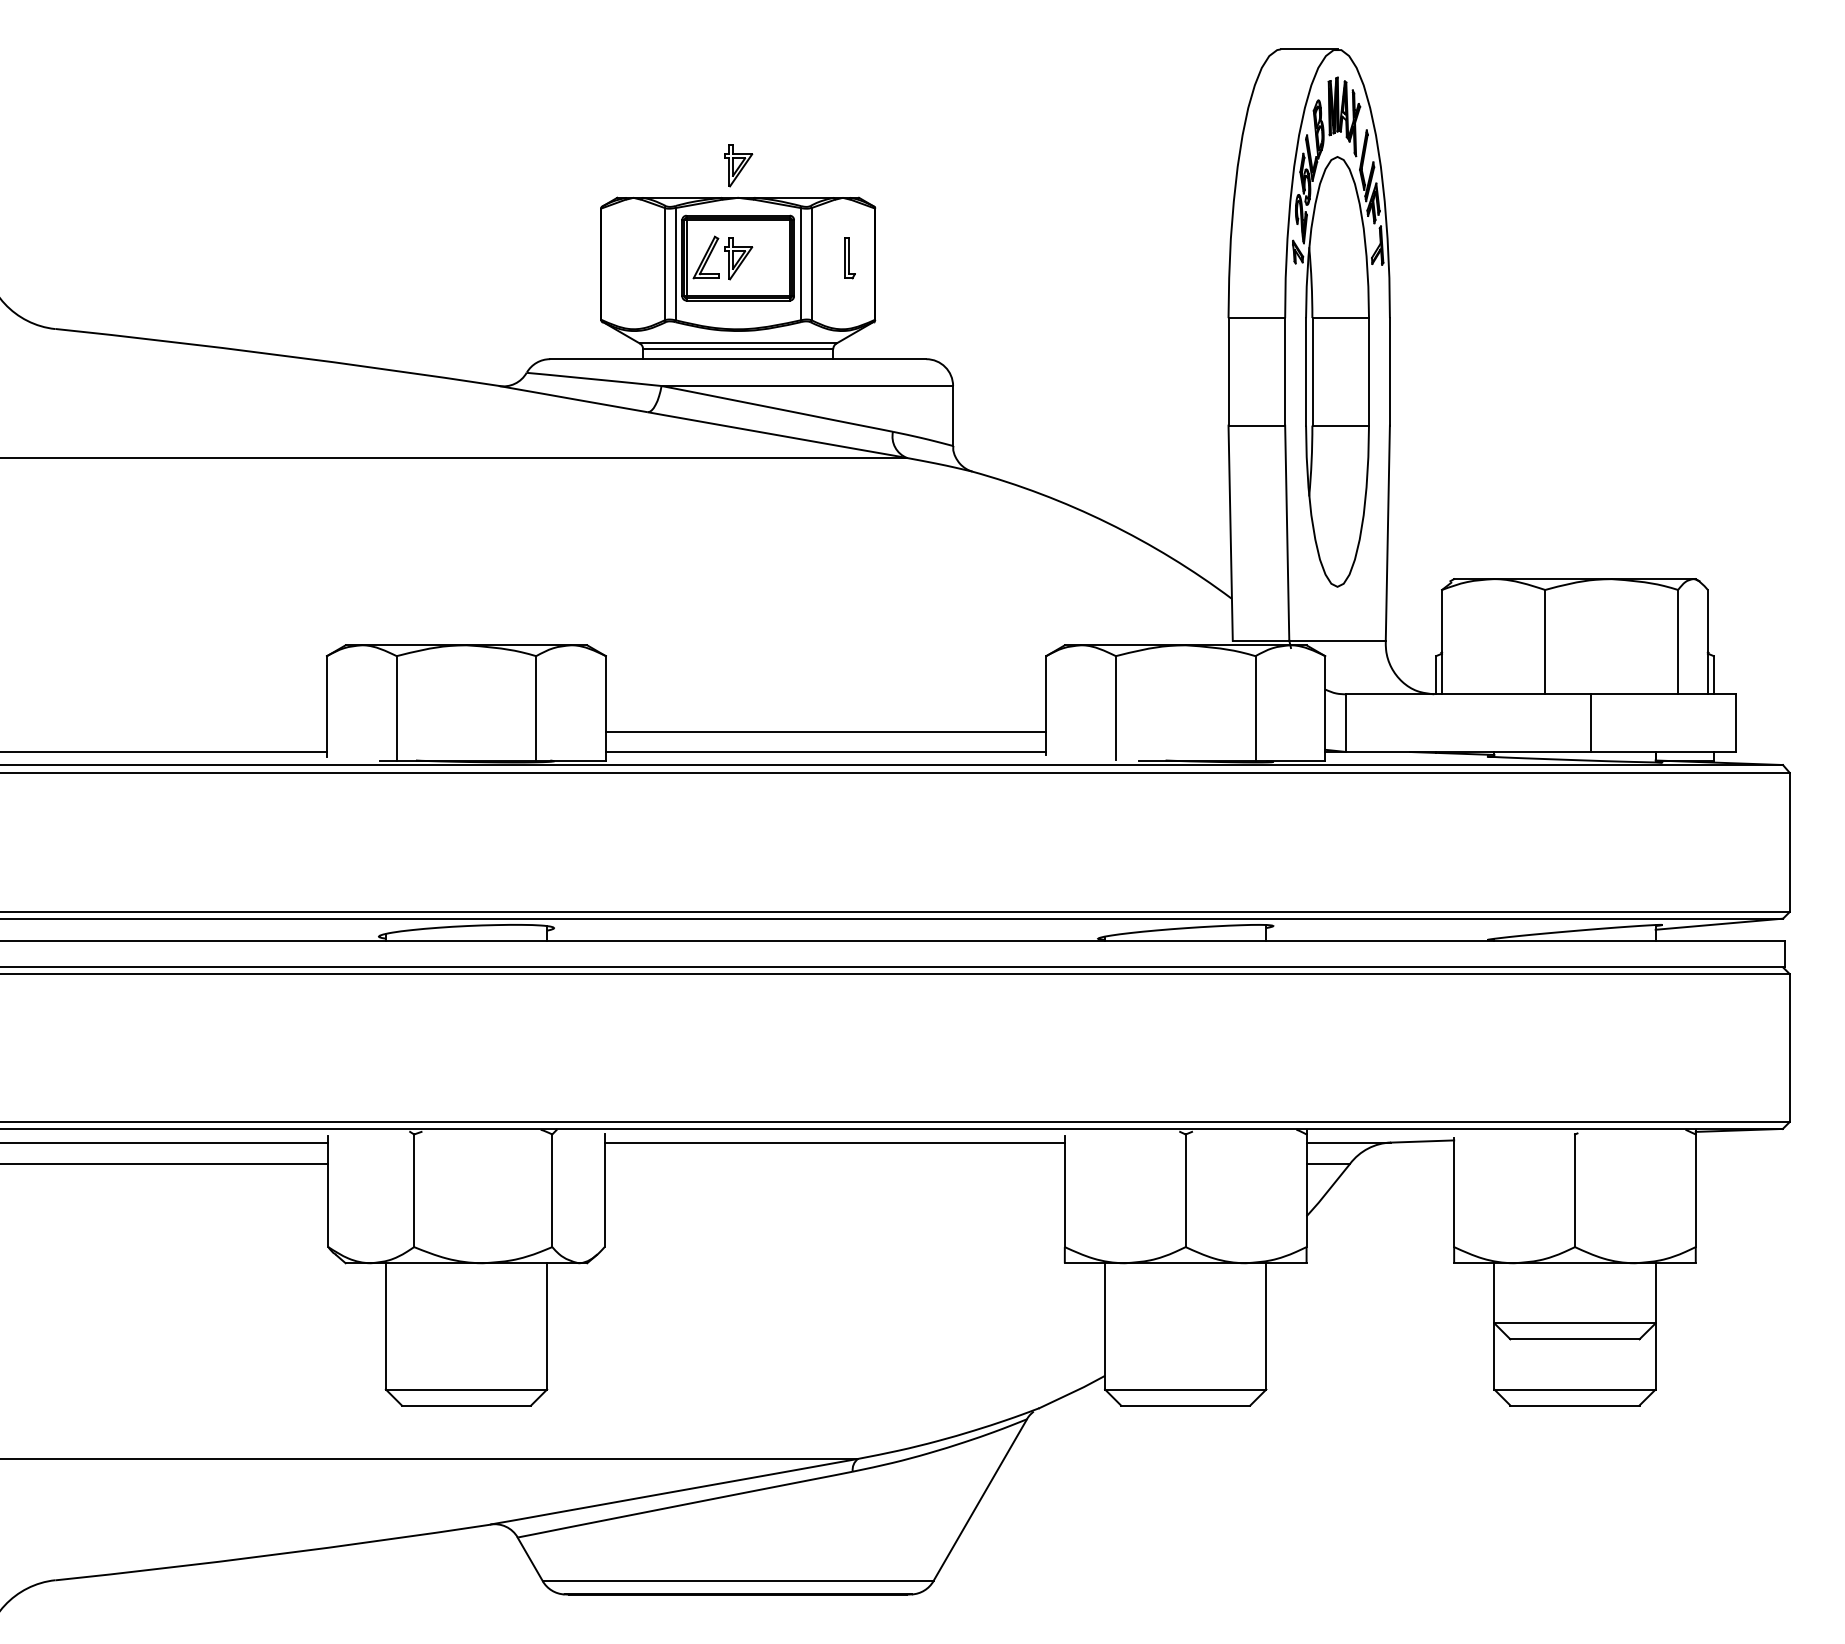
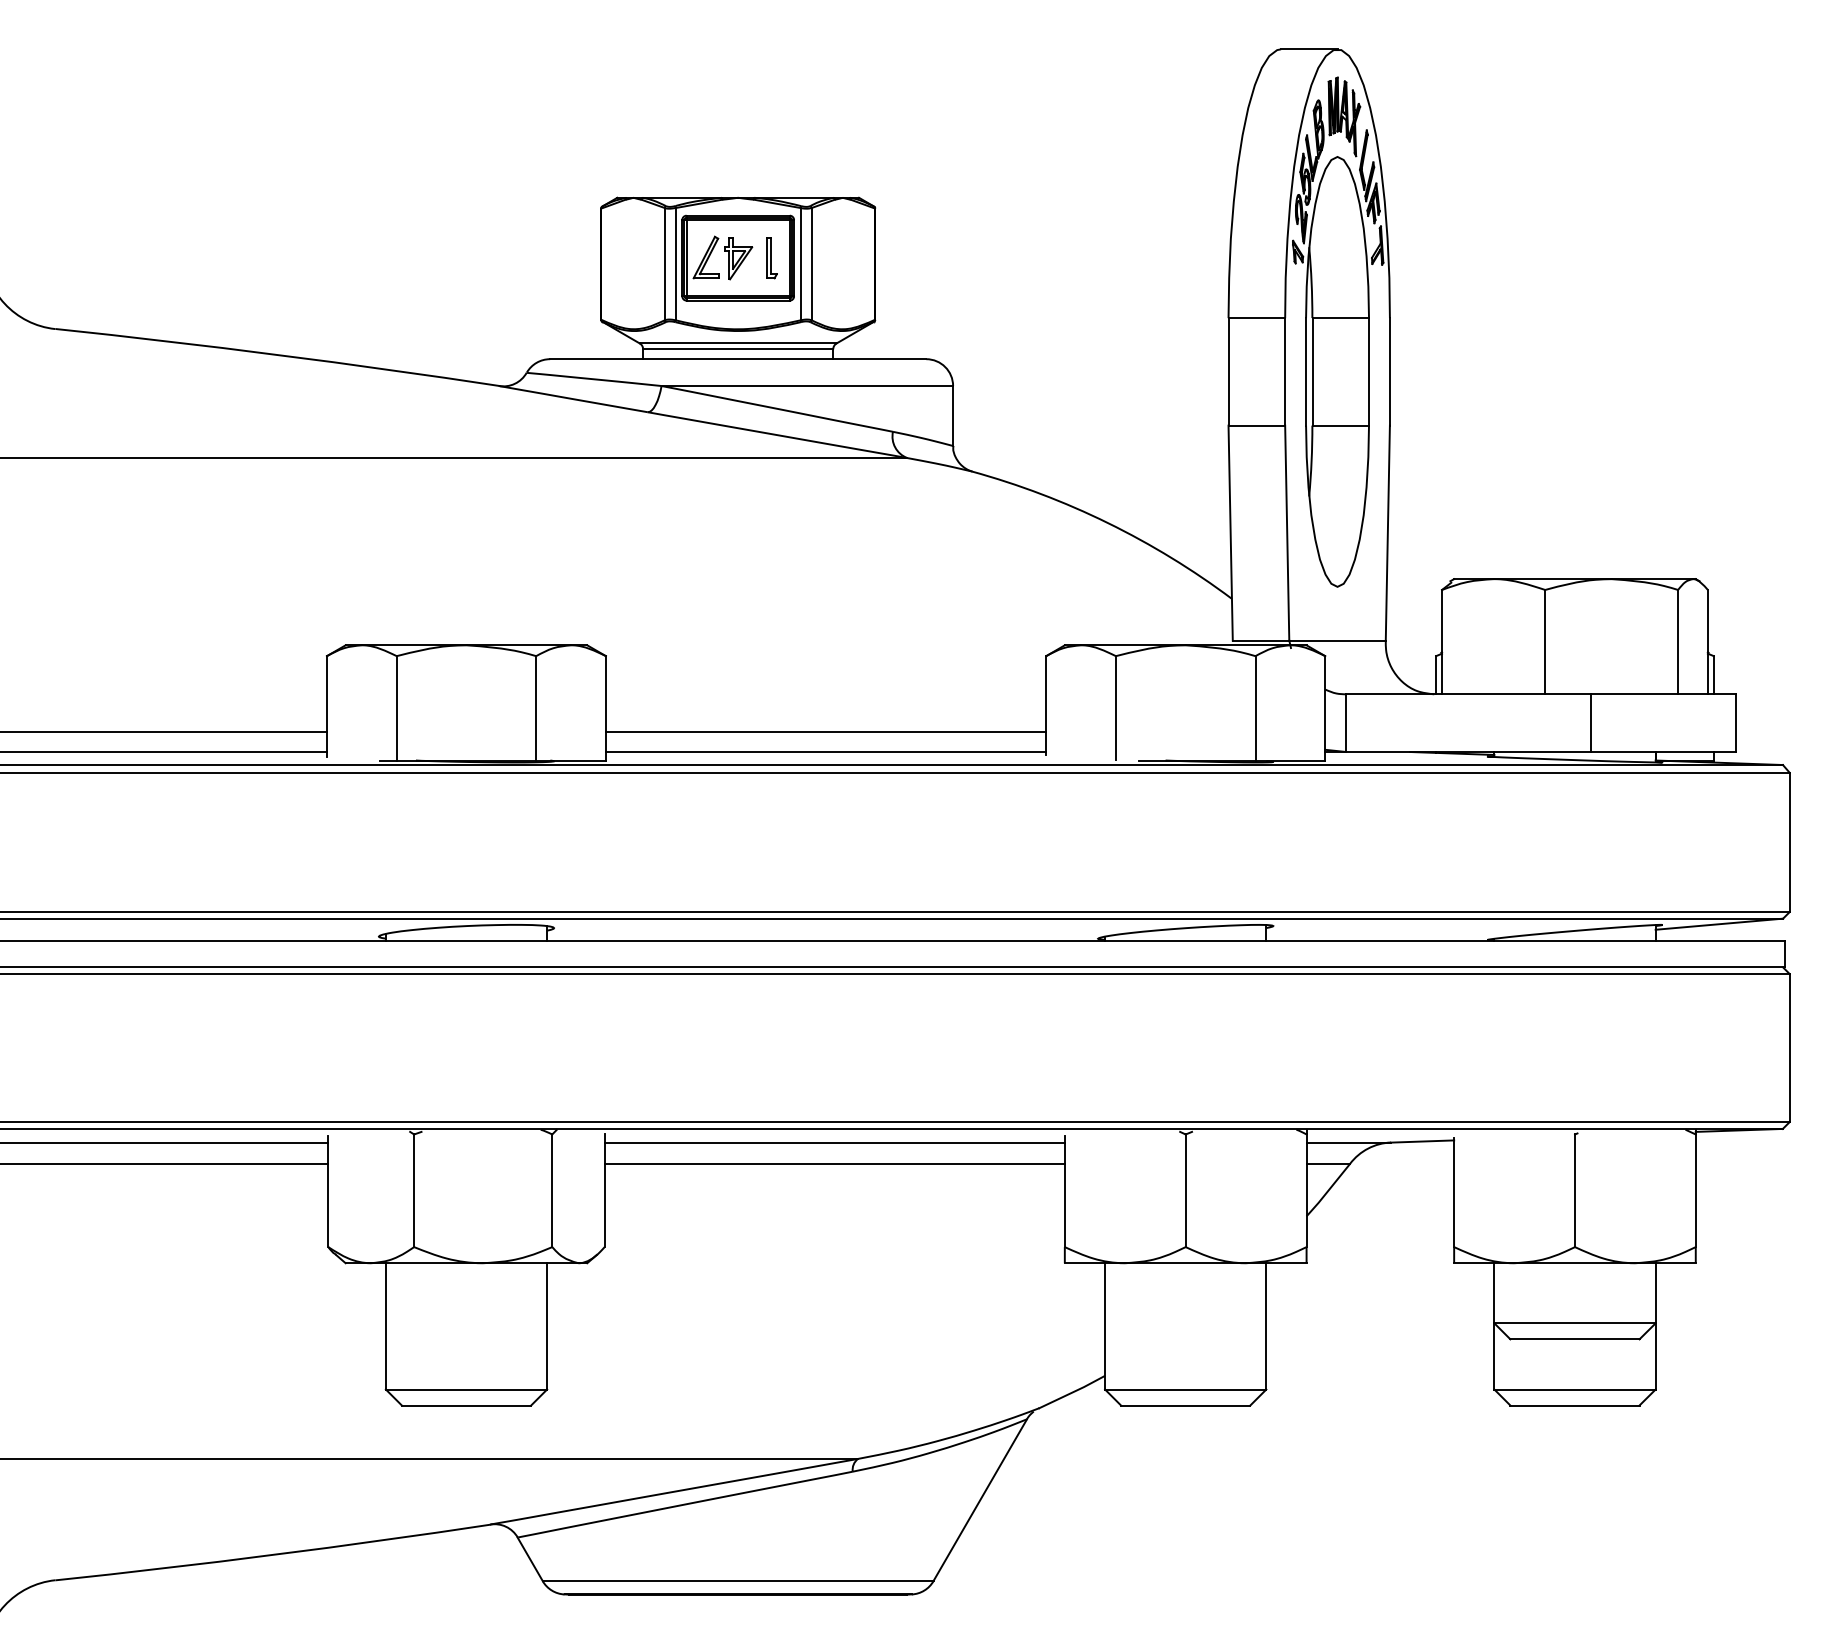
part at (738, 165): present -> none
part at (849, 258) position: (849, 258) -> (771, 258)
line at (164, 732): none -> present
line at (834, 1163): none -> present
